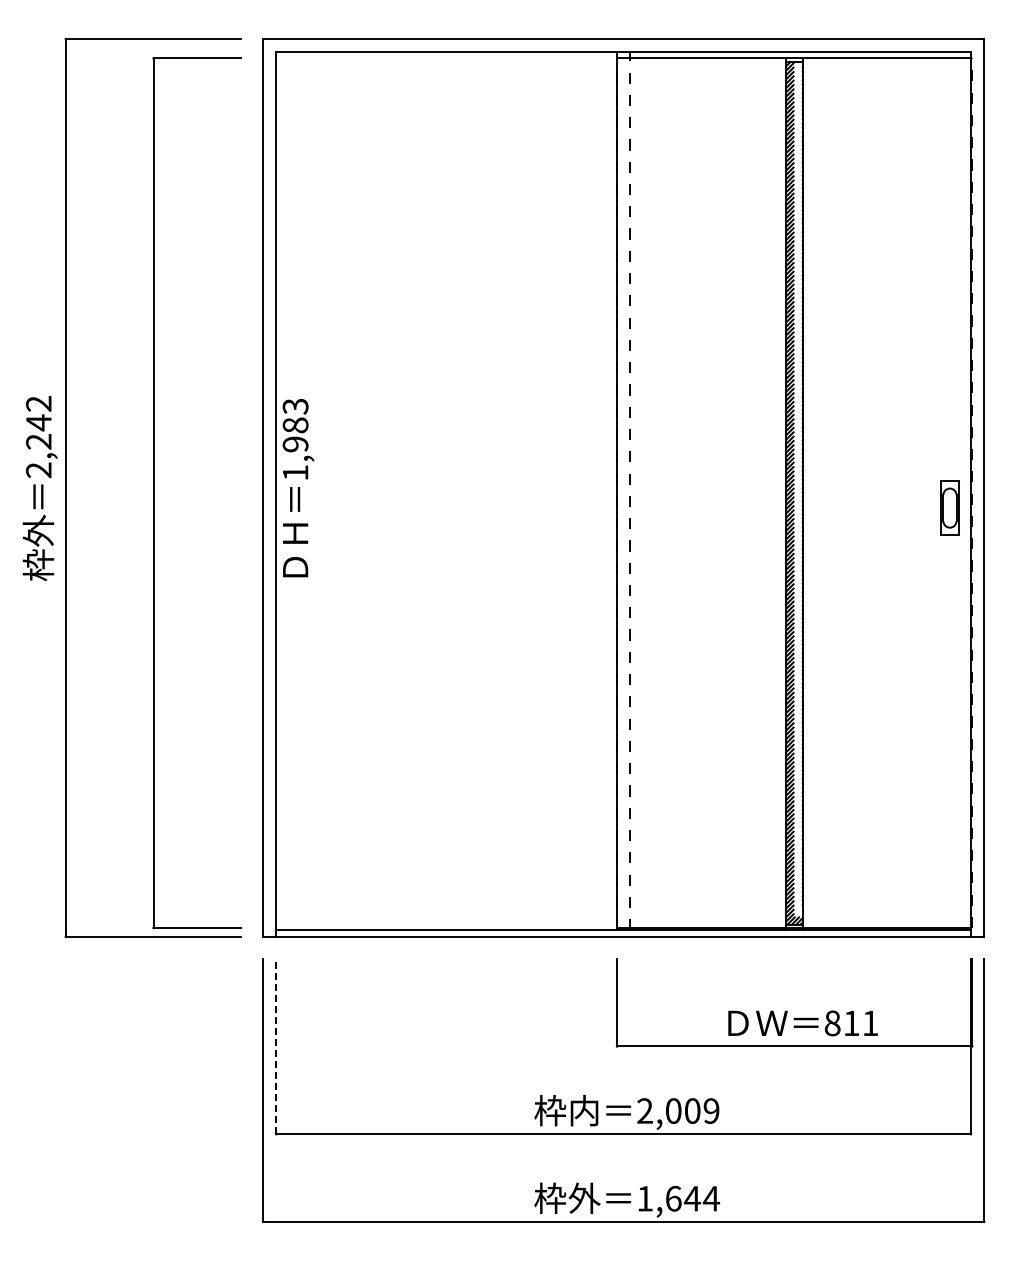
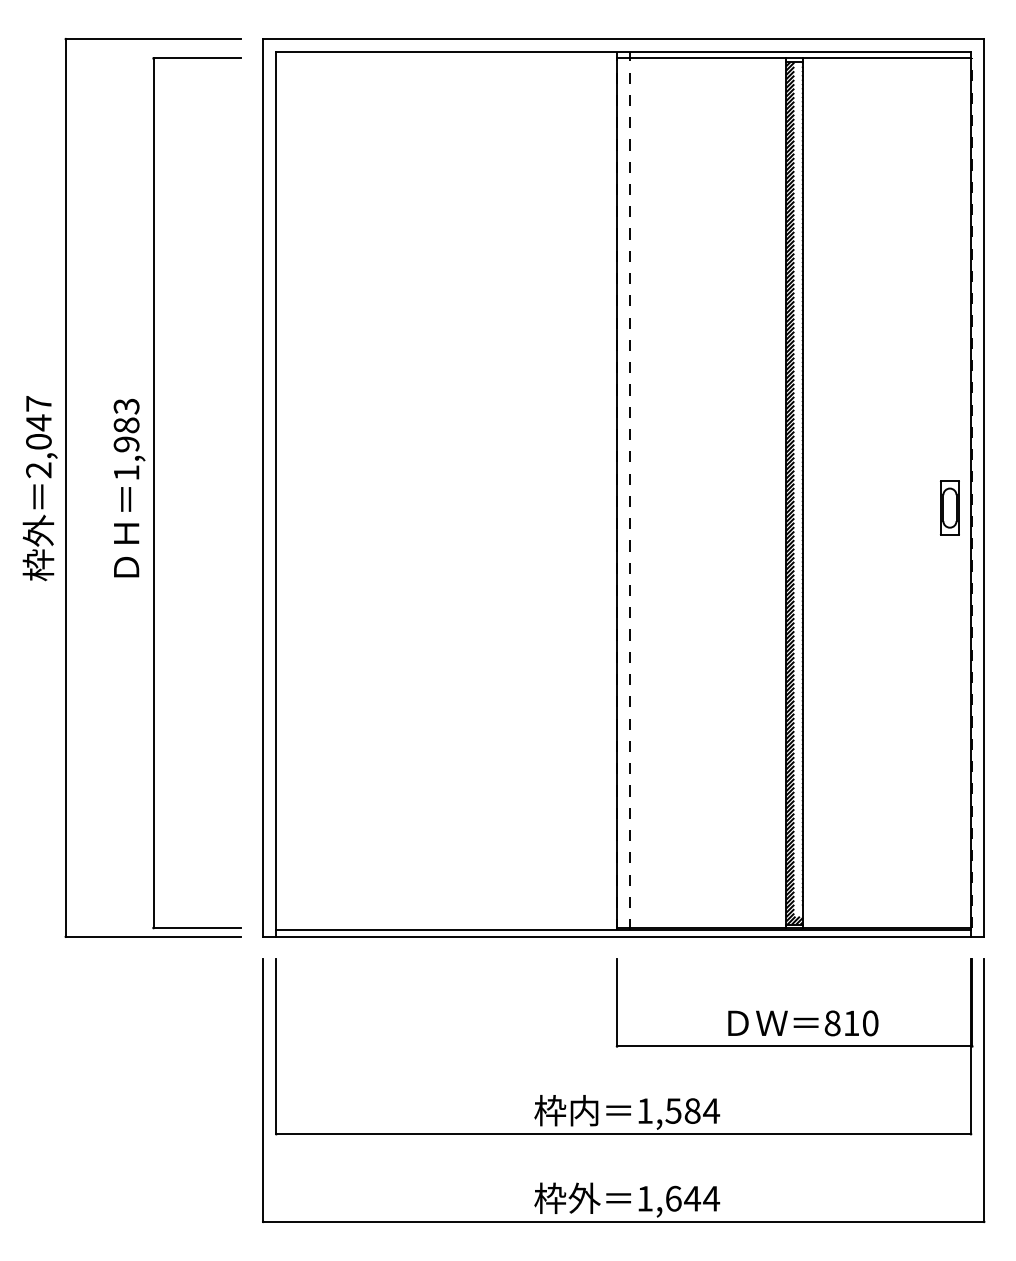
text at (38, 422): 2,242 -> 2,047
text at (298, 488) position: (298, 488) -> (129, 488)
text at (870, 1023): 811 -> 810
line at (276, 1046): dashed -> solid
text at (678, 1110): 2,009 -> 1,584
